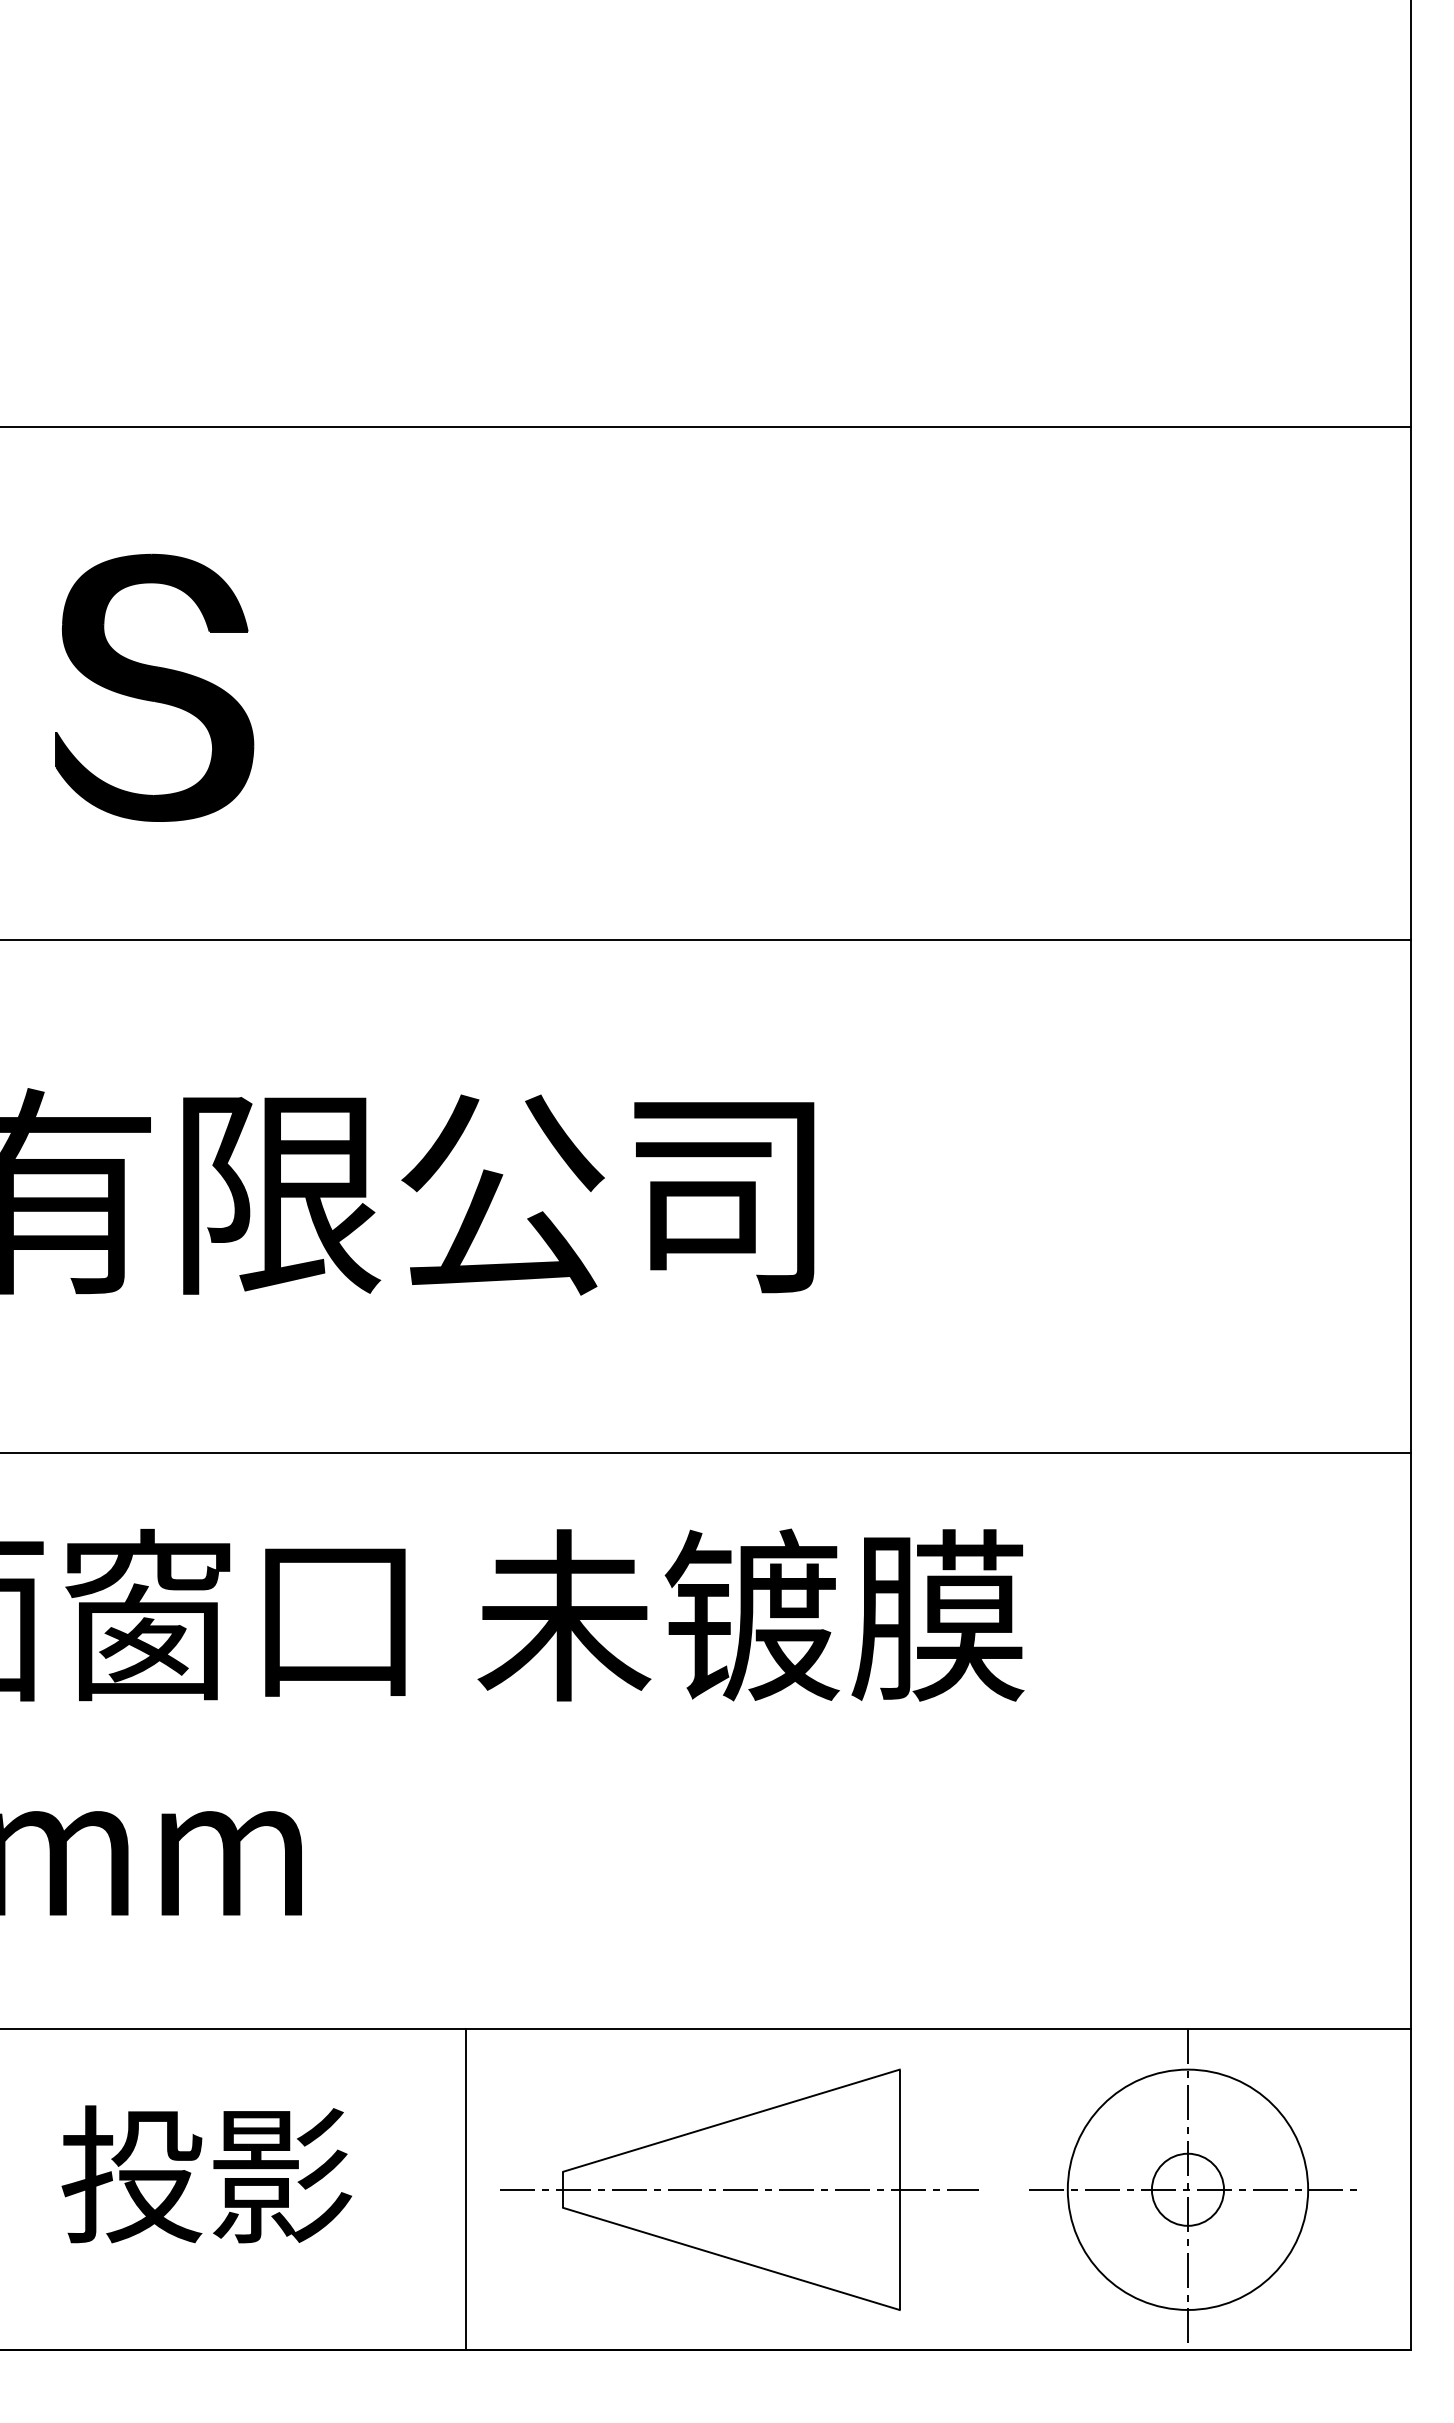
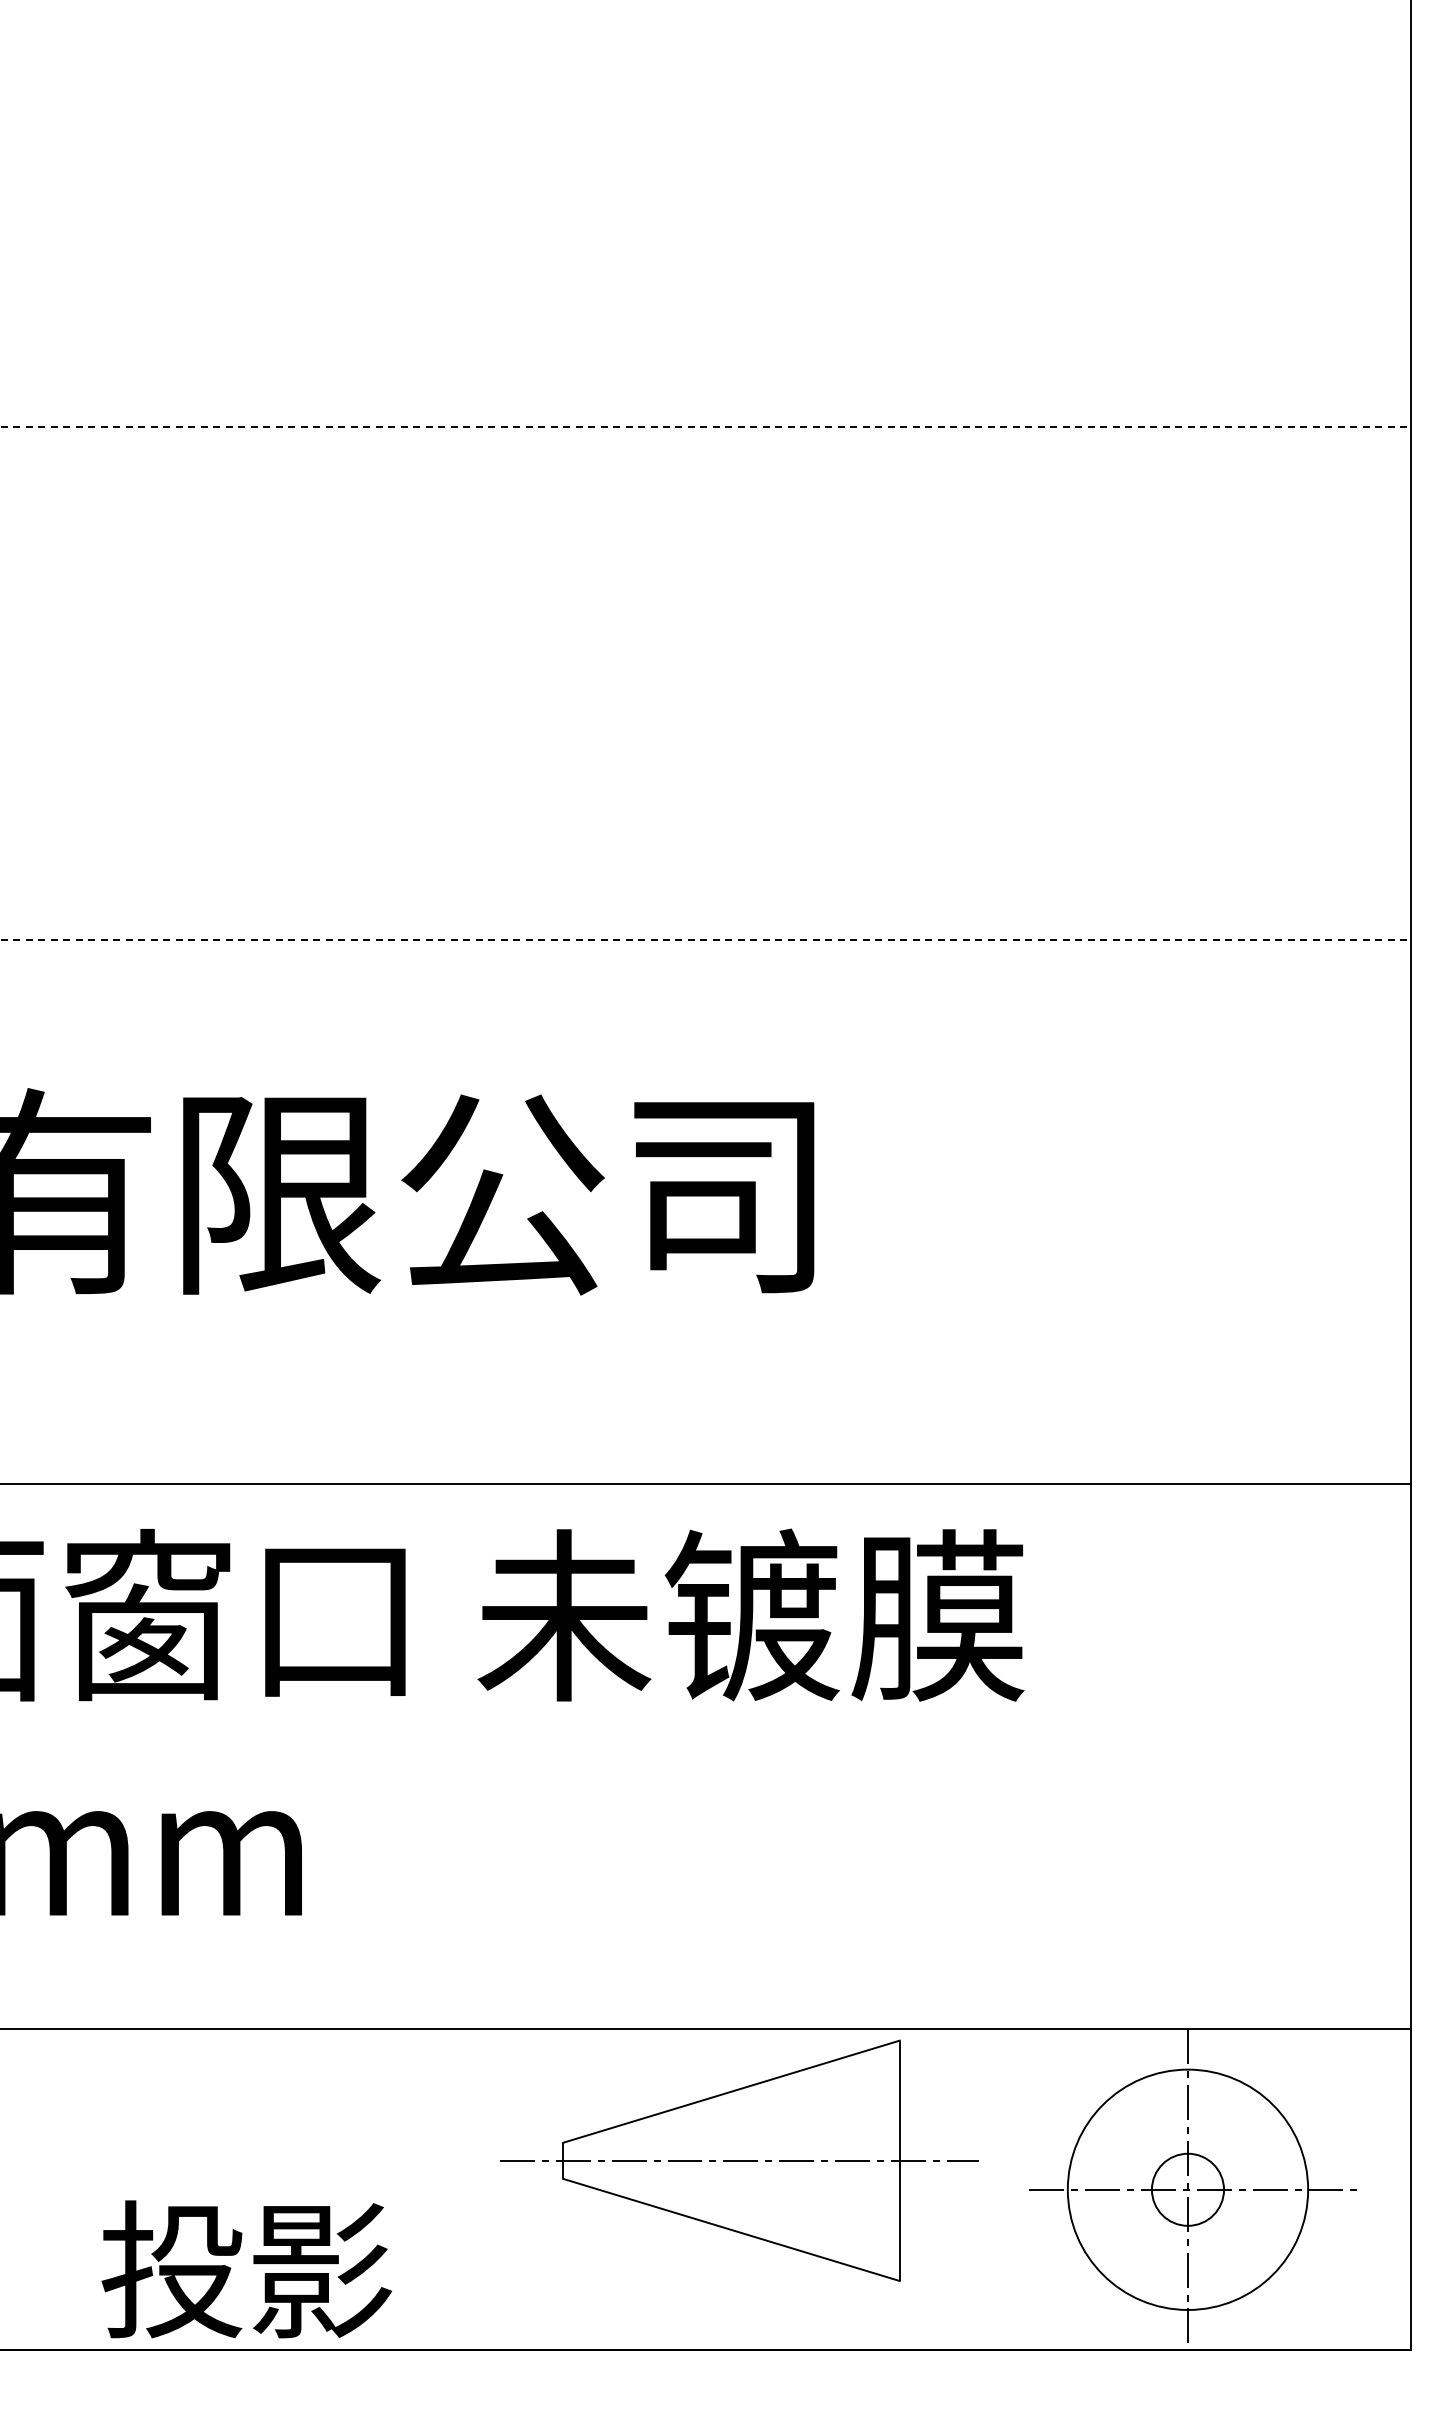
line at (705, 427): solid -> dashed
part at (154, 687): present -> none
line at (705, 939): solid -> dashed
line at (706, 1452) position: (706, 1452) -> (706, 1483)
text at (206, 2174) position: (206, 2174) -> (246, 2269)
line at (466, 2189): present -> none
part at (739, 2189) position: (739, 2189) -> (739, 2160)
